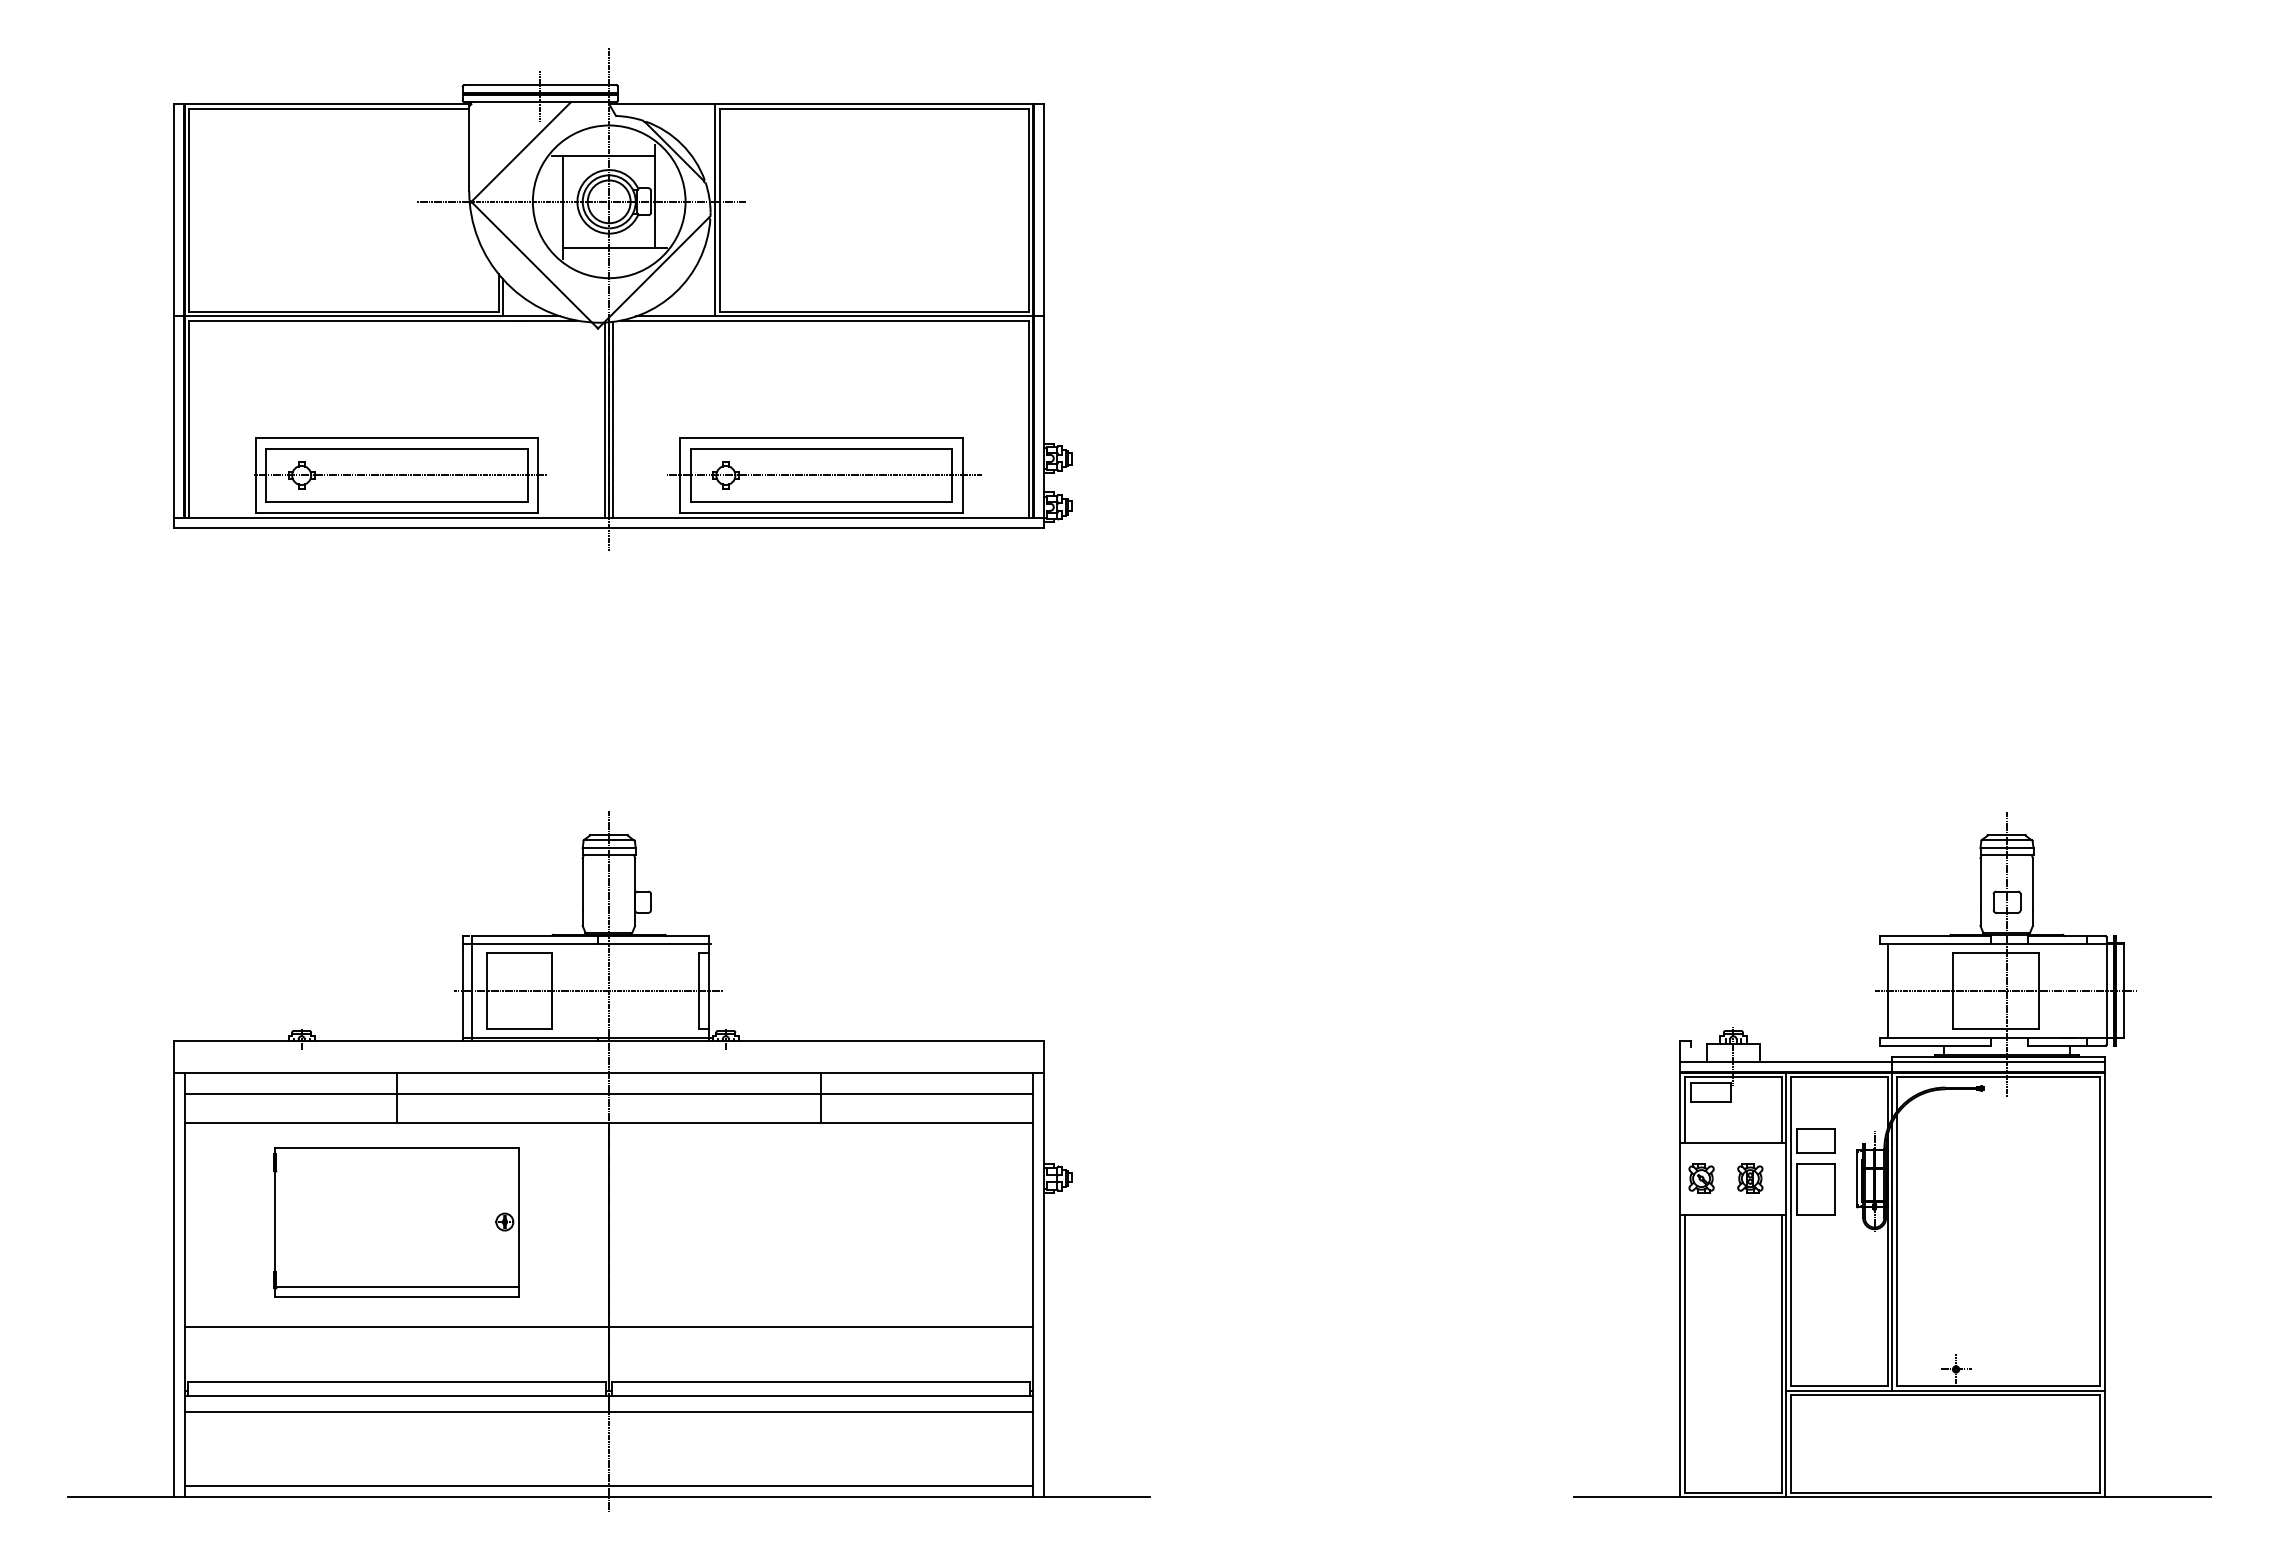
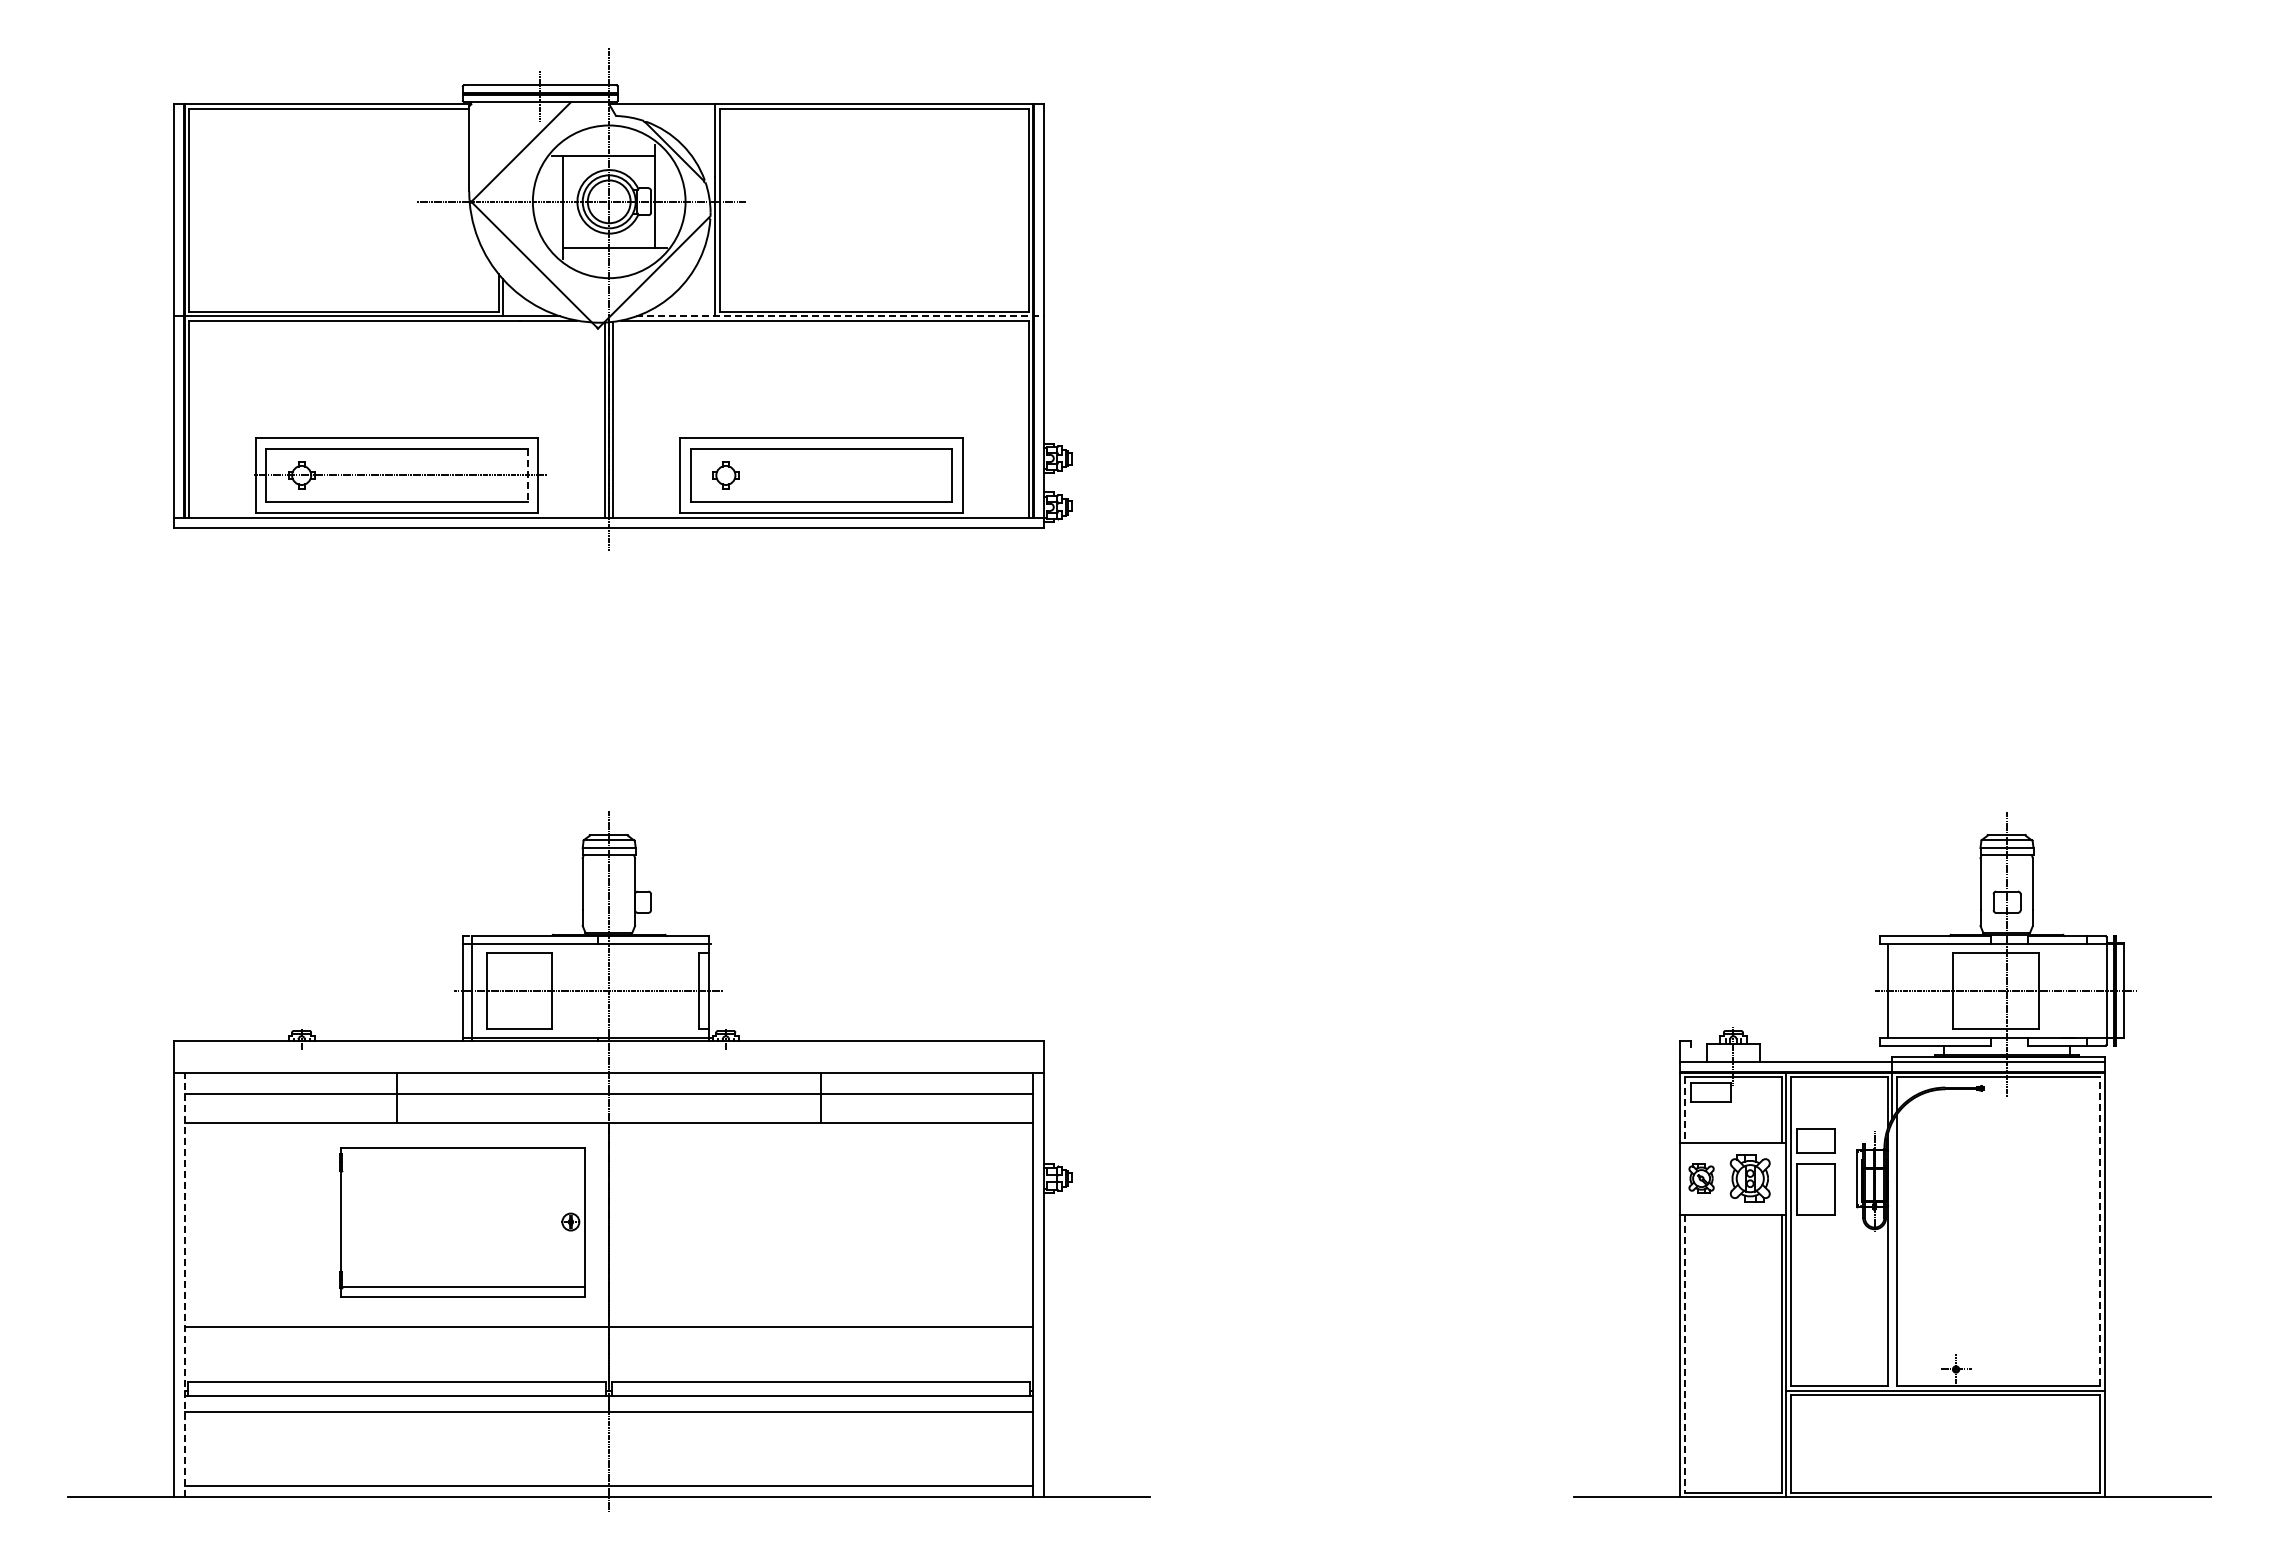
line at (840, 316): solid -> dashed
line at (527, 475): solid -> dashed
line at (824, 475): present -> none
line at (1684, 1109): solid -> dashed
part at (1750, 1178) size: 27x31 px -> 42x49 px
part at (396, 1222) position: (396, 1222) -> (462, 1222)
line at (2100, 1231): solid -> dashed
line at (1892, 1255): present -> none
line at (185, 1284): solid -> dashed
line at (1684, 1353): solid -> dashed
